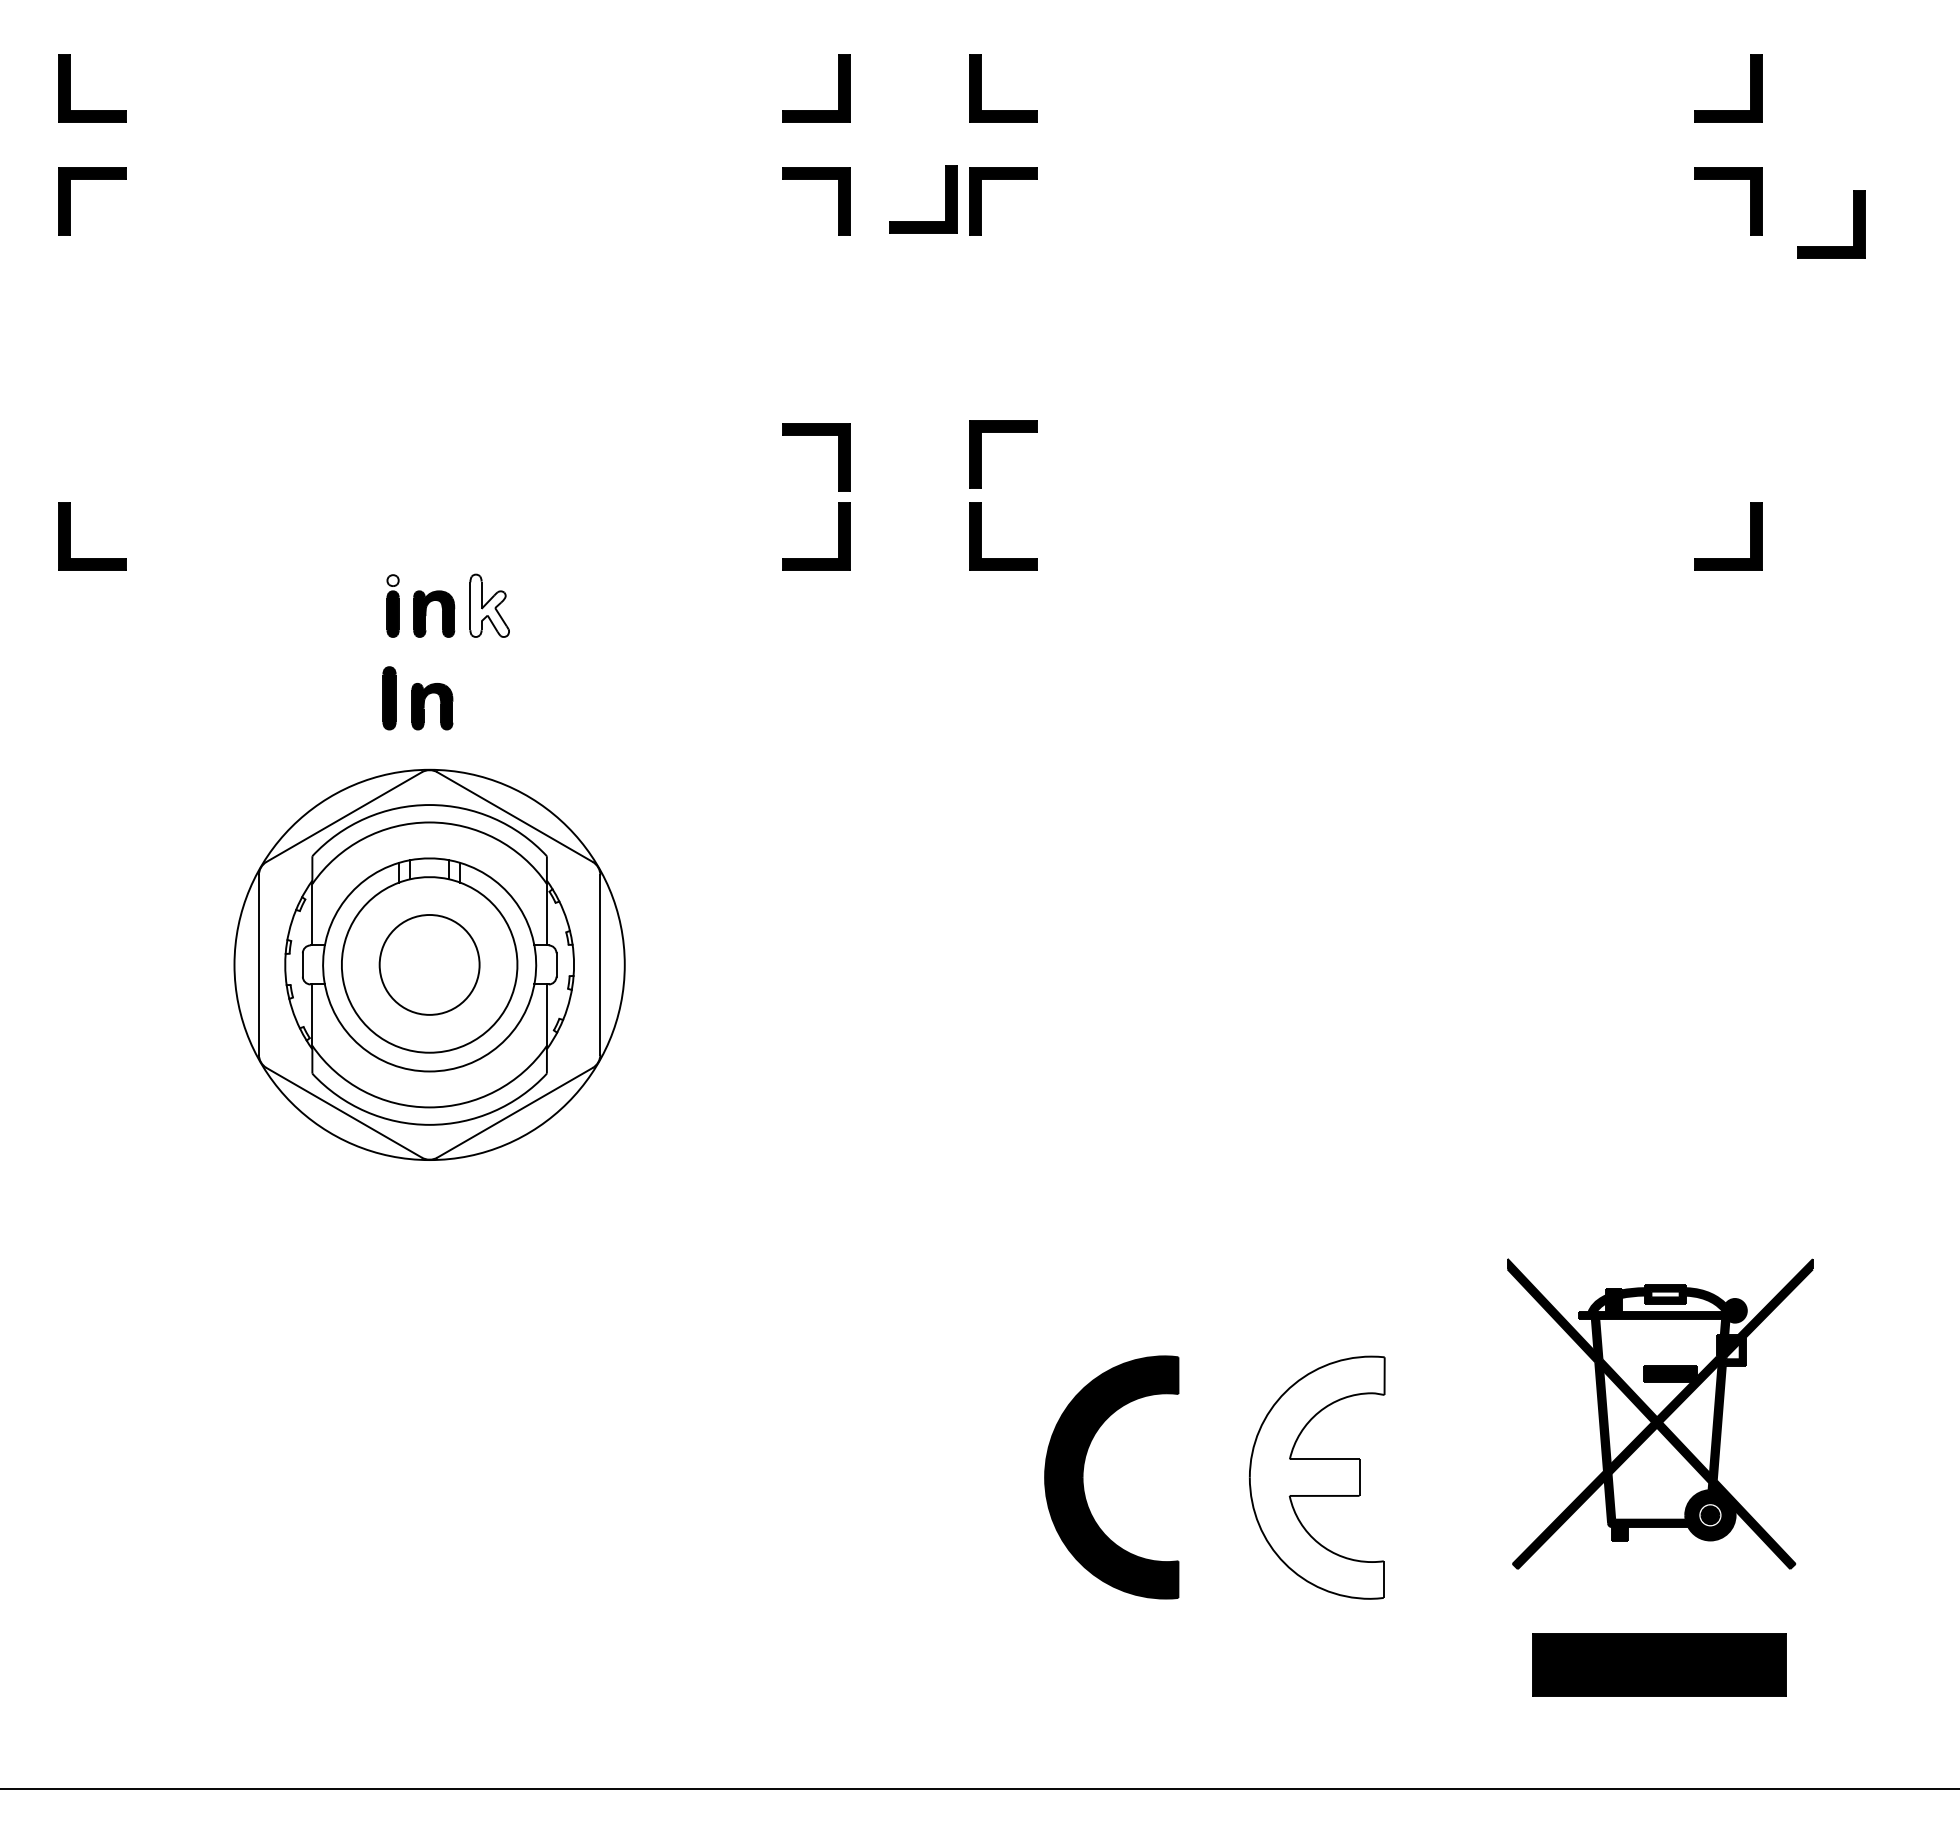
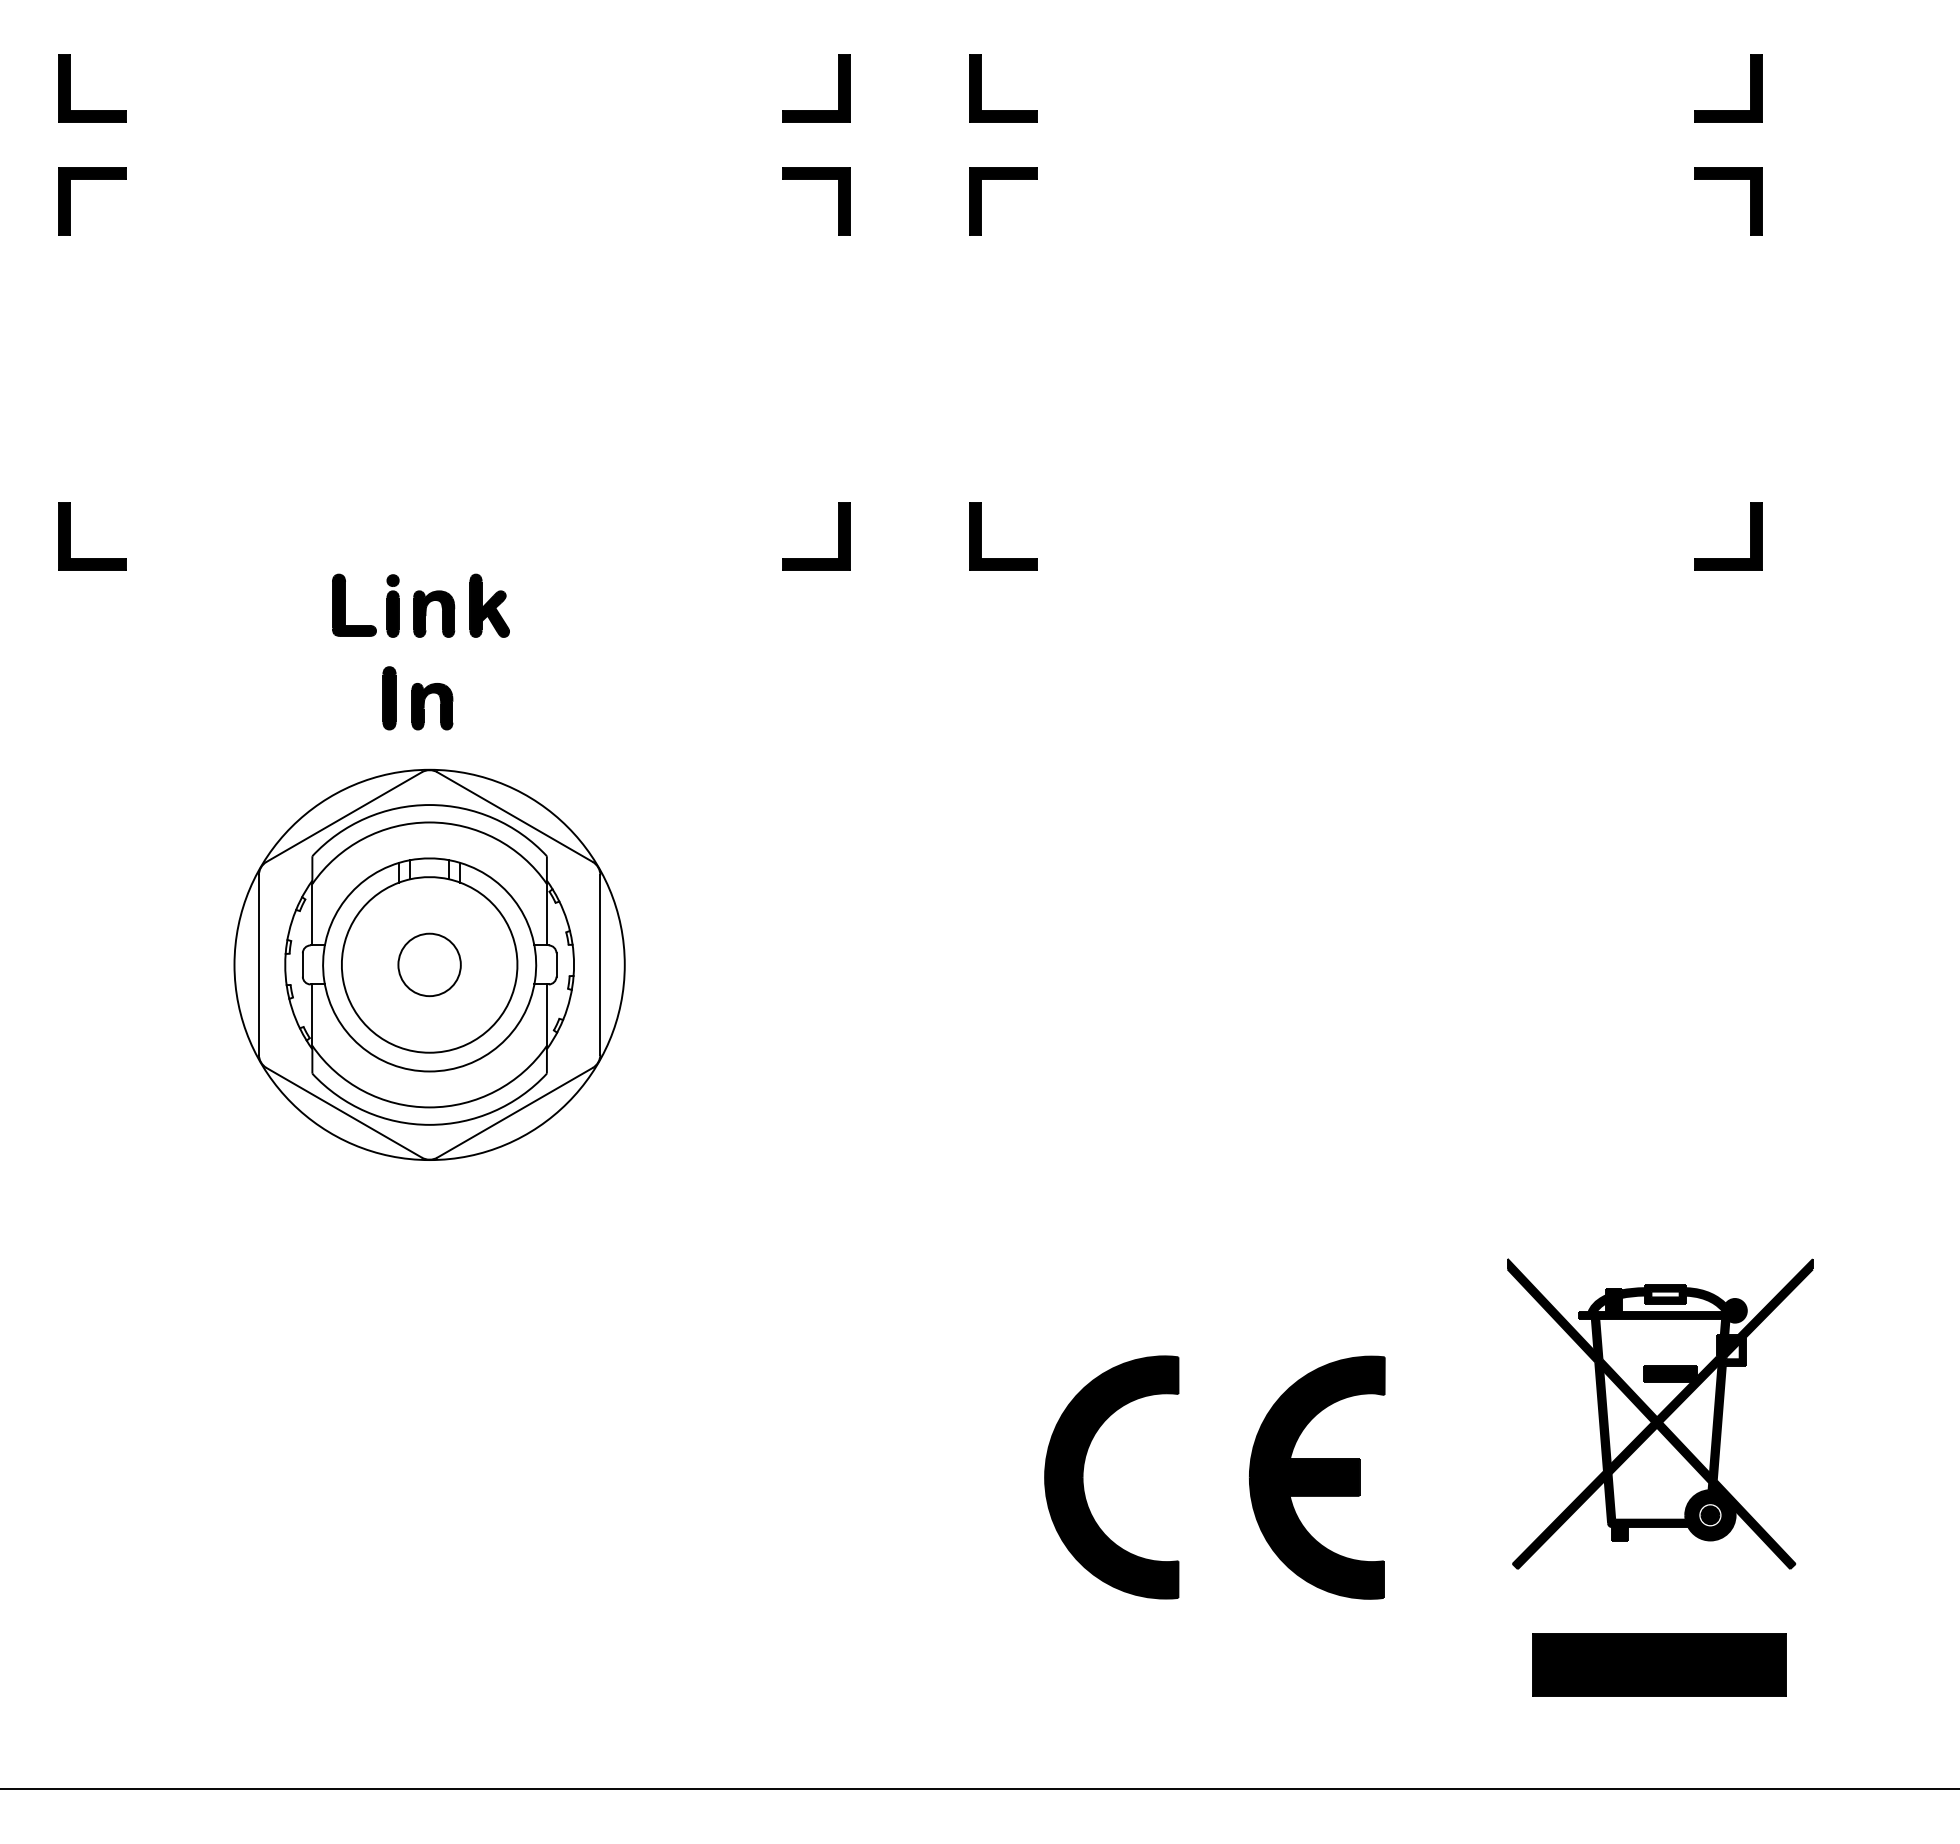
part at (945, 199): present -> none
part at (1853, 224): present -> none
part at (1003, 432): present -> none
part at (816, 435): present -> none
fill at (392, 580): none -> present
part at (345, 604): none -> present
fill at (489, 605): none -> present
circle at (429, 964) diameter: 100 px -> 62 px
fill at (1316, 1477): none -> present
